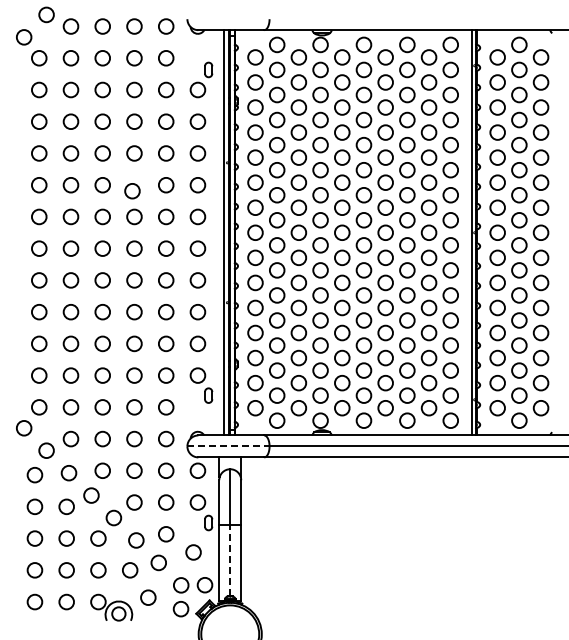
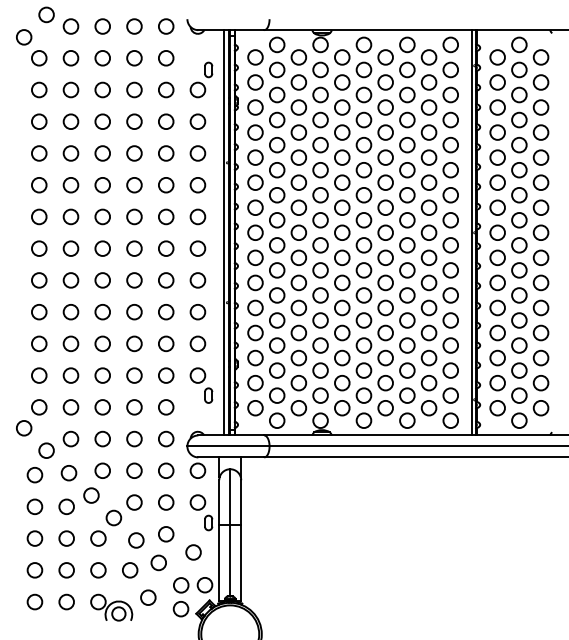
circle at (132, 191) position: (132, 191) -> (134, 185)
line at (228, 446): dashed -> solid
line at (230, 560): dashed -> solid
